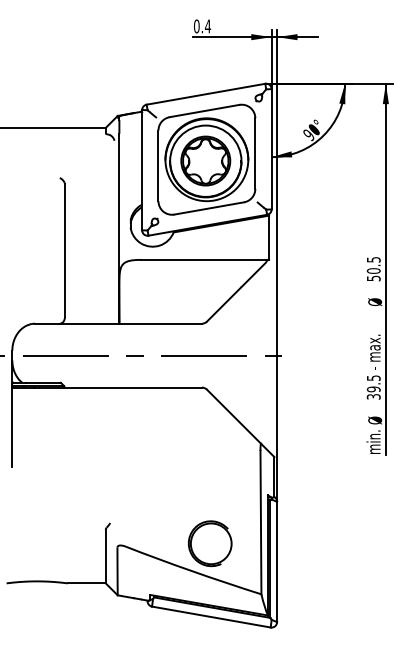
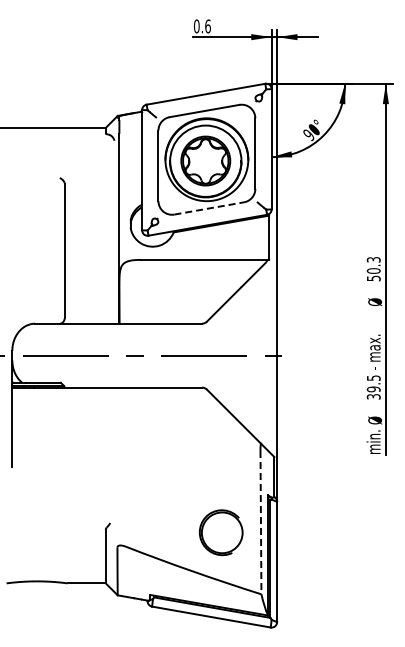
text at (207, 26): 0.4 -> 0.6
line at (209, 208): solid -> dashed
text at (372, 259): 50.5 -> 50.3
line at (260, 522): solid -> dashed
part at (210, 543) position: (210, 543) -> (221, 532)
